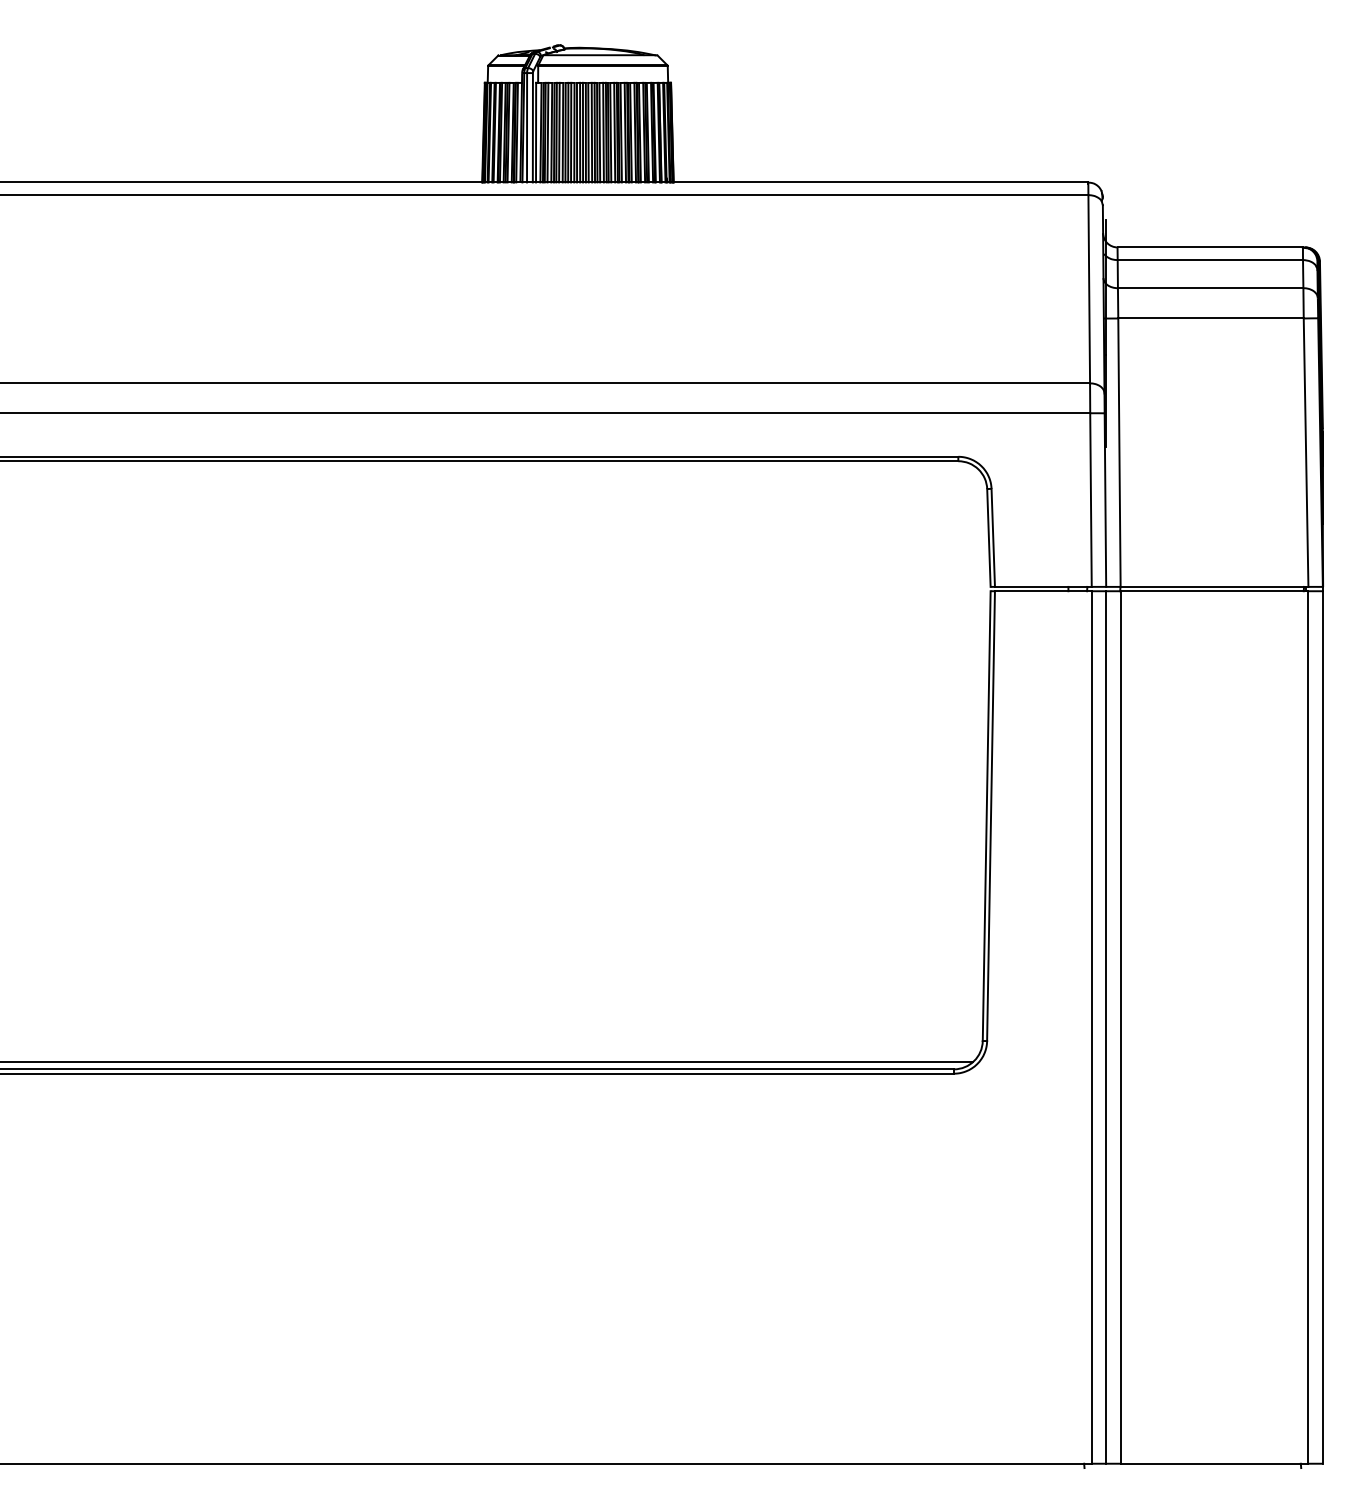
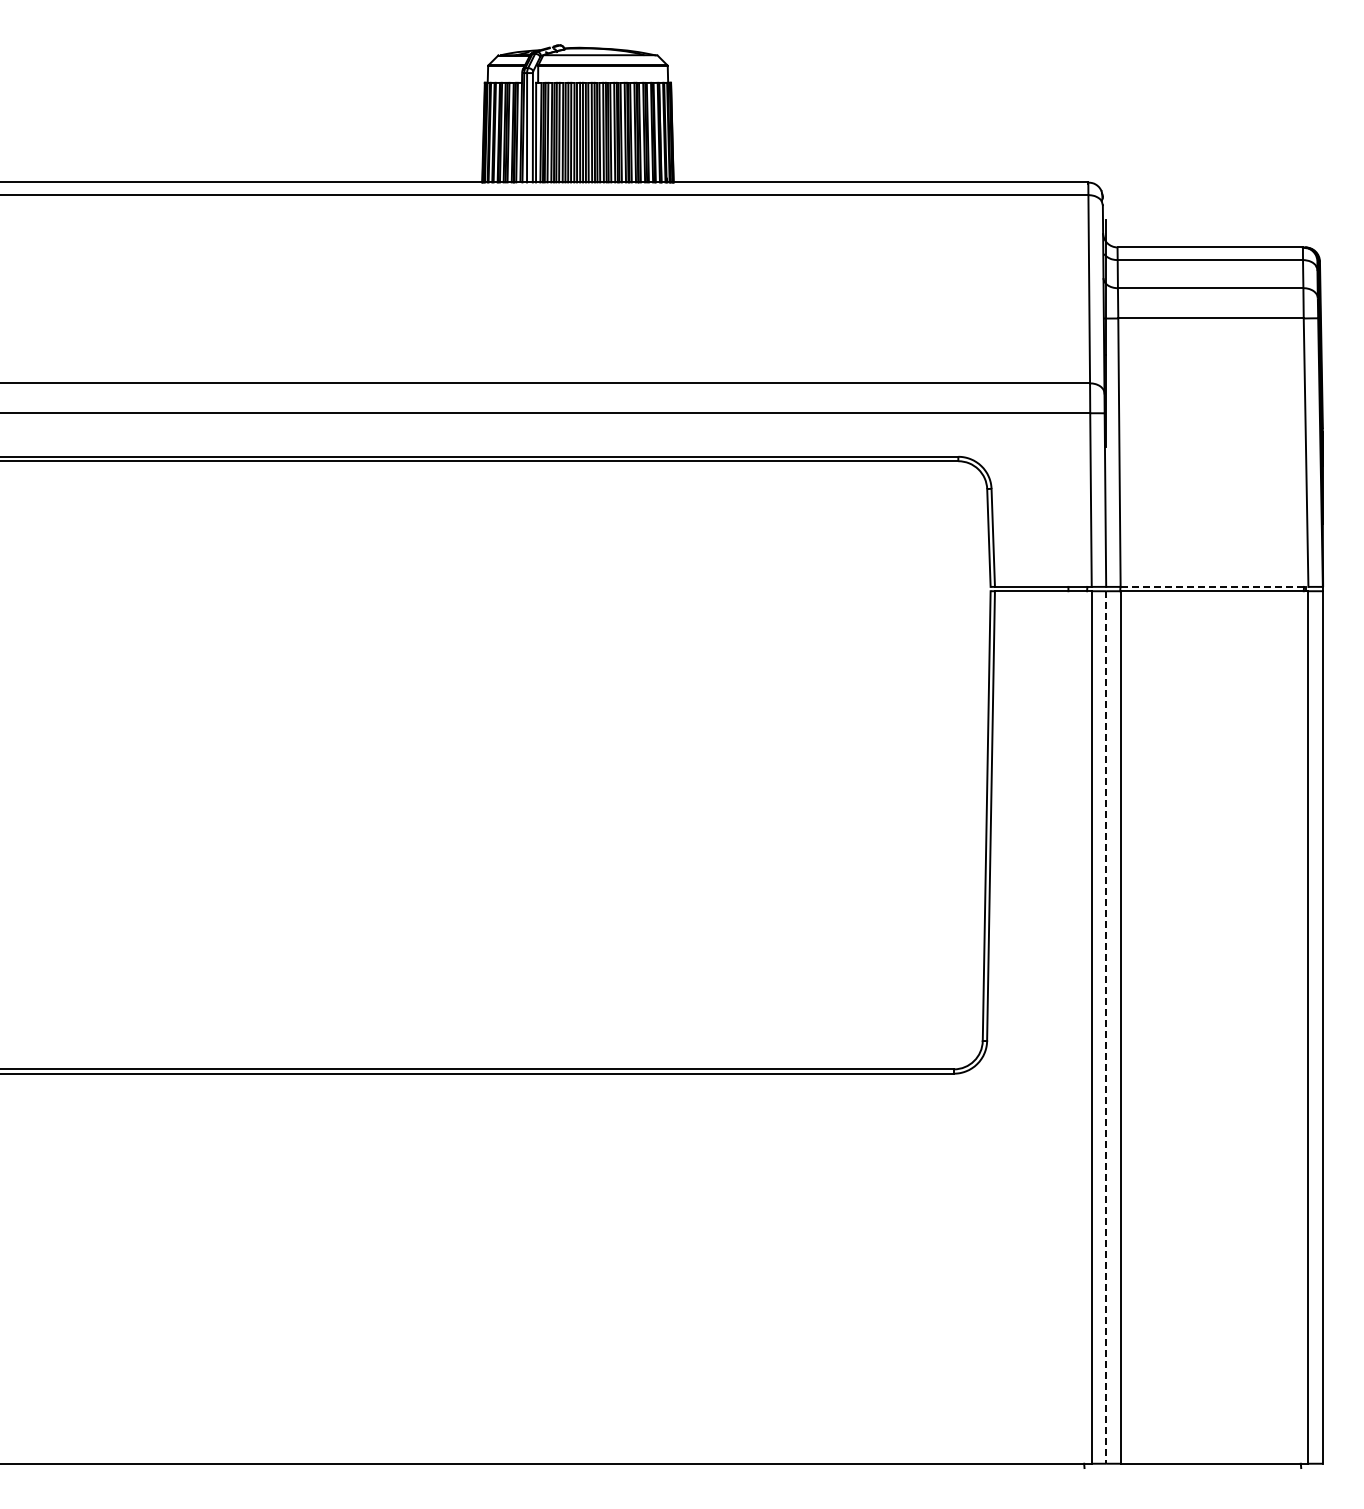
line at (1214, 586): solid -> dashed
line at (1106, 1027): solid -> dashed
line at (487, 1062): present -> none
